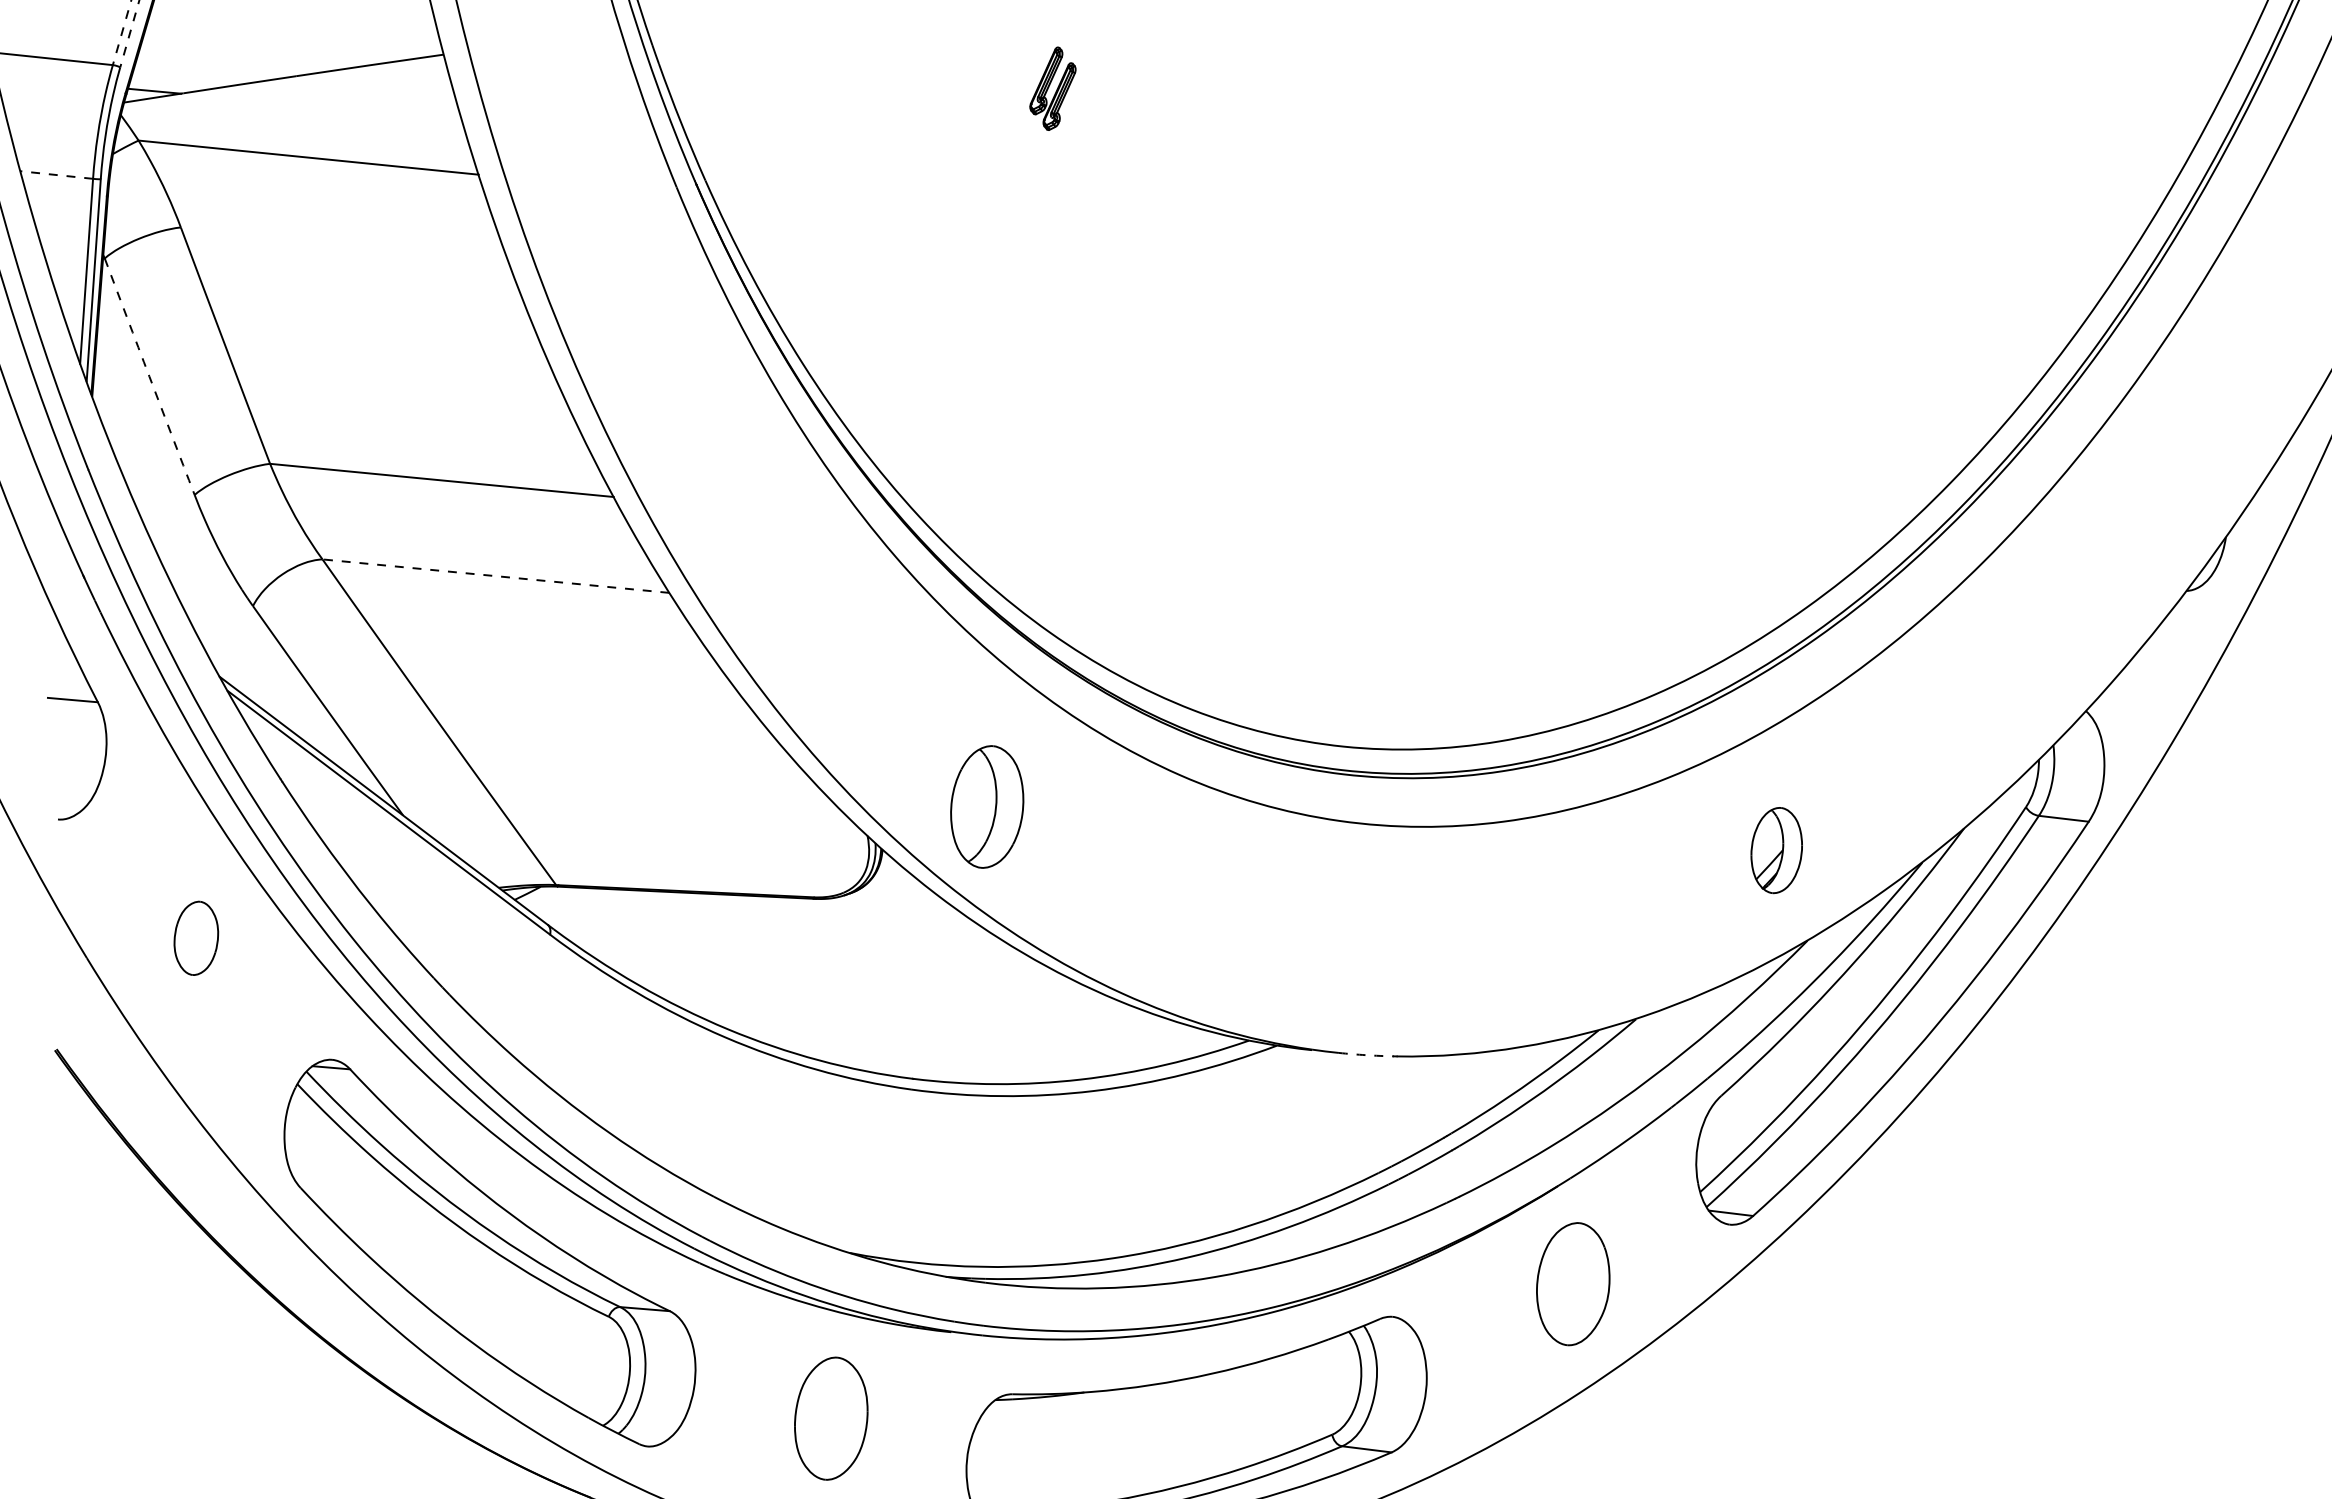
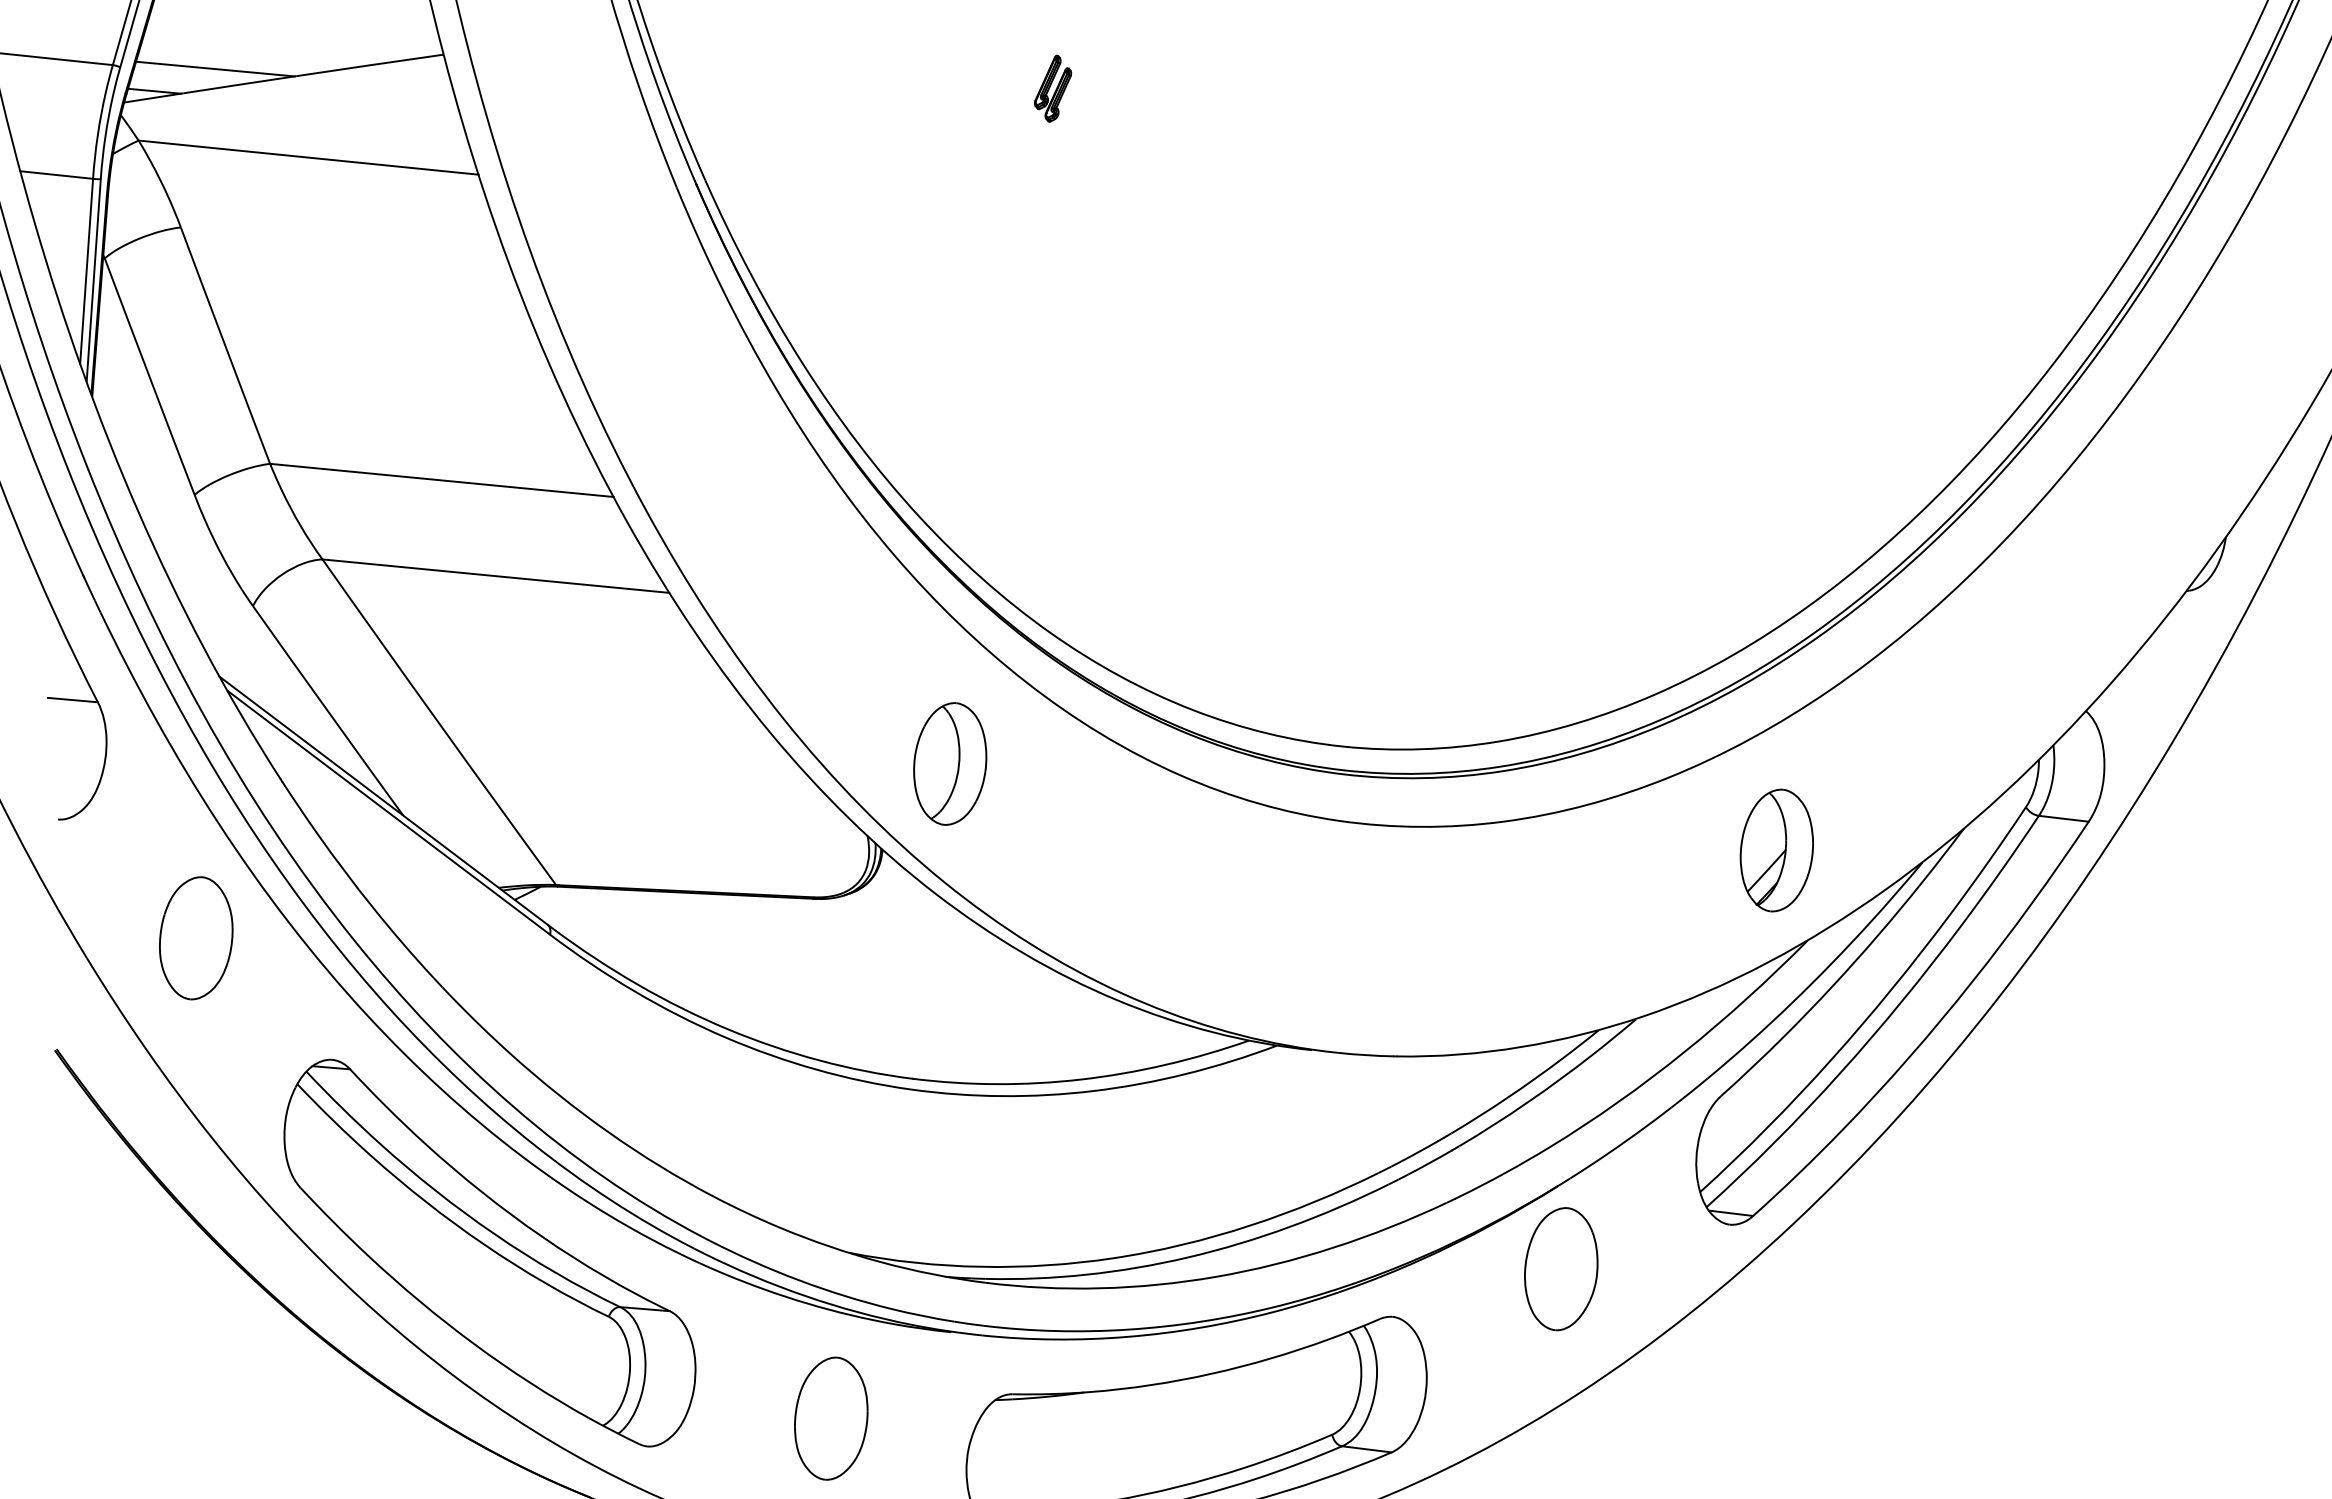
line at (121, 33): dashed -> solid
line at (129, 33): dashed -> solid
line at (215, 68): none -> present
part at (1052, 88) size: 48x85 px -> 39x69 px
line at (56, 175): dashed -> solid
arc at (149, 376): dashed -> solid
line at (495, 576): dashed -> solid
part at (987, 806) position: (987, 806) -> (950, 763)
part at (1776, 850) size: 53x88 px -> 75x125 px
part at (196, 937) size: 47x76 px -> 75x125 px
arc at (1366, 1055): dashed -> solid
part at (1573, 1284) position: (1573, 1284) -> (1561, 1269)
